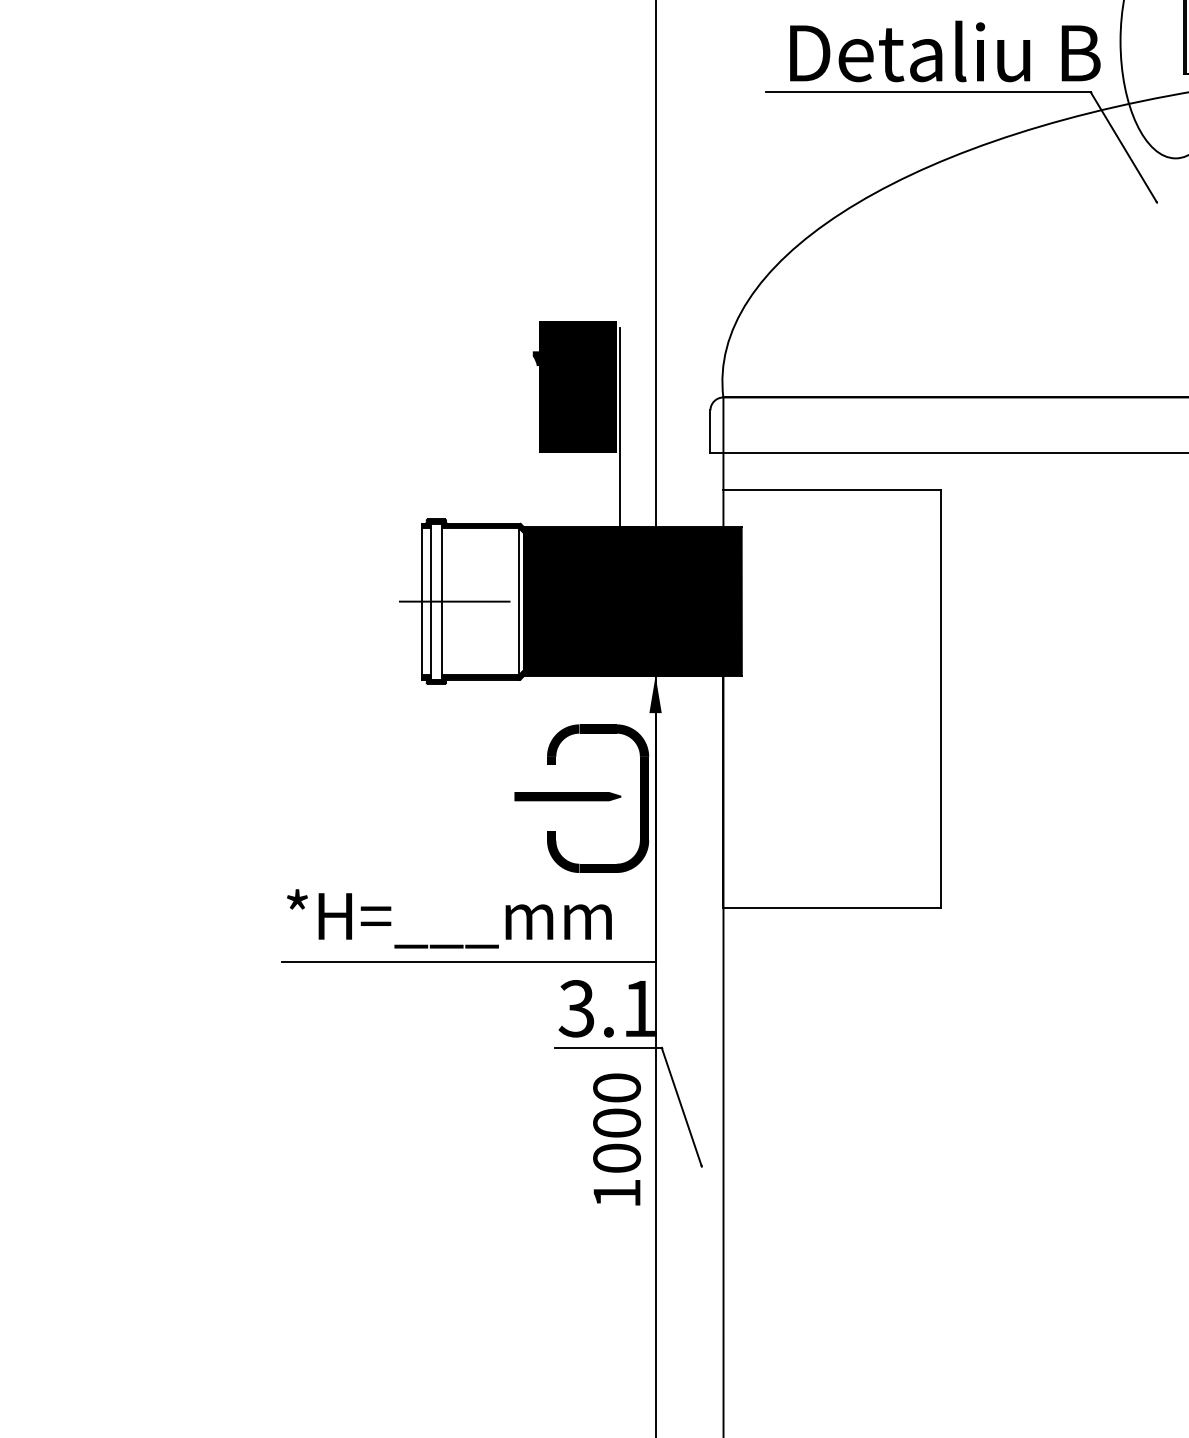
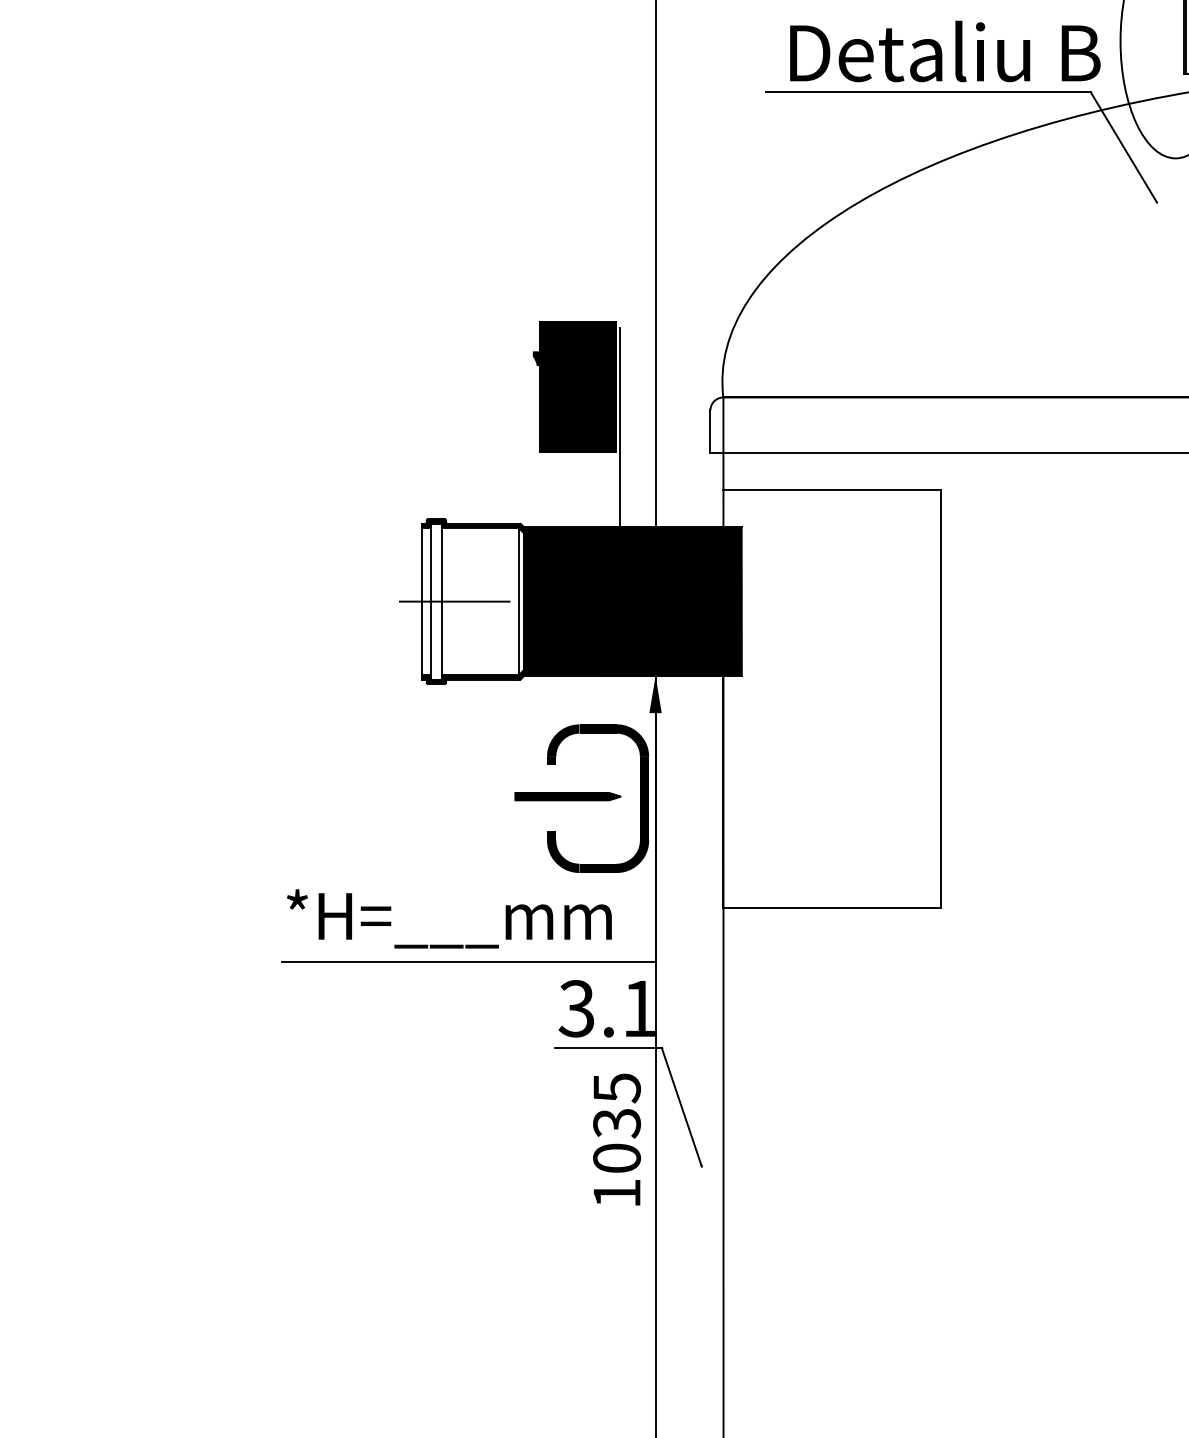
text at (616, 1105): 1000 -> 1035
